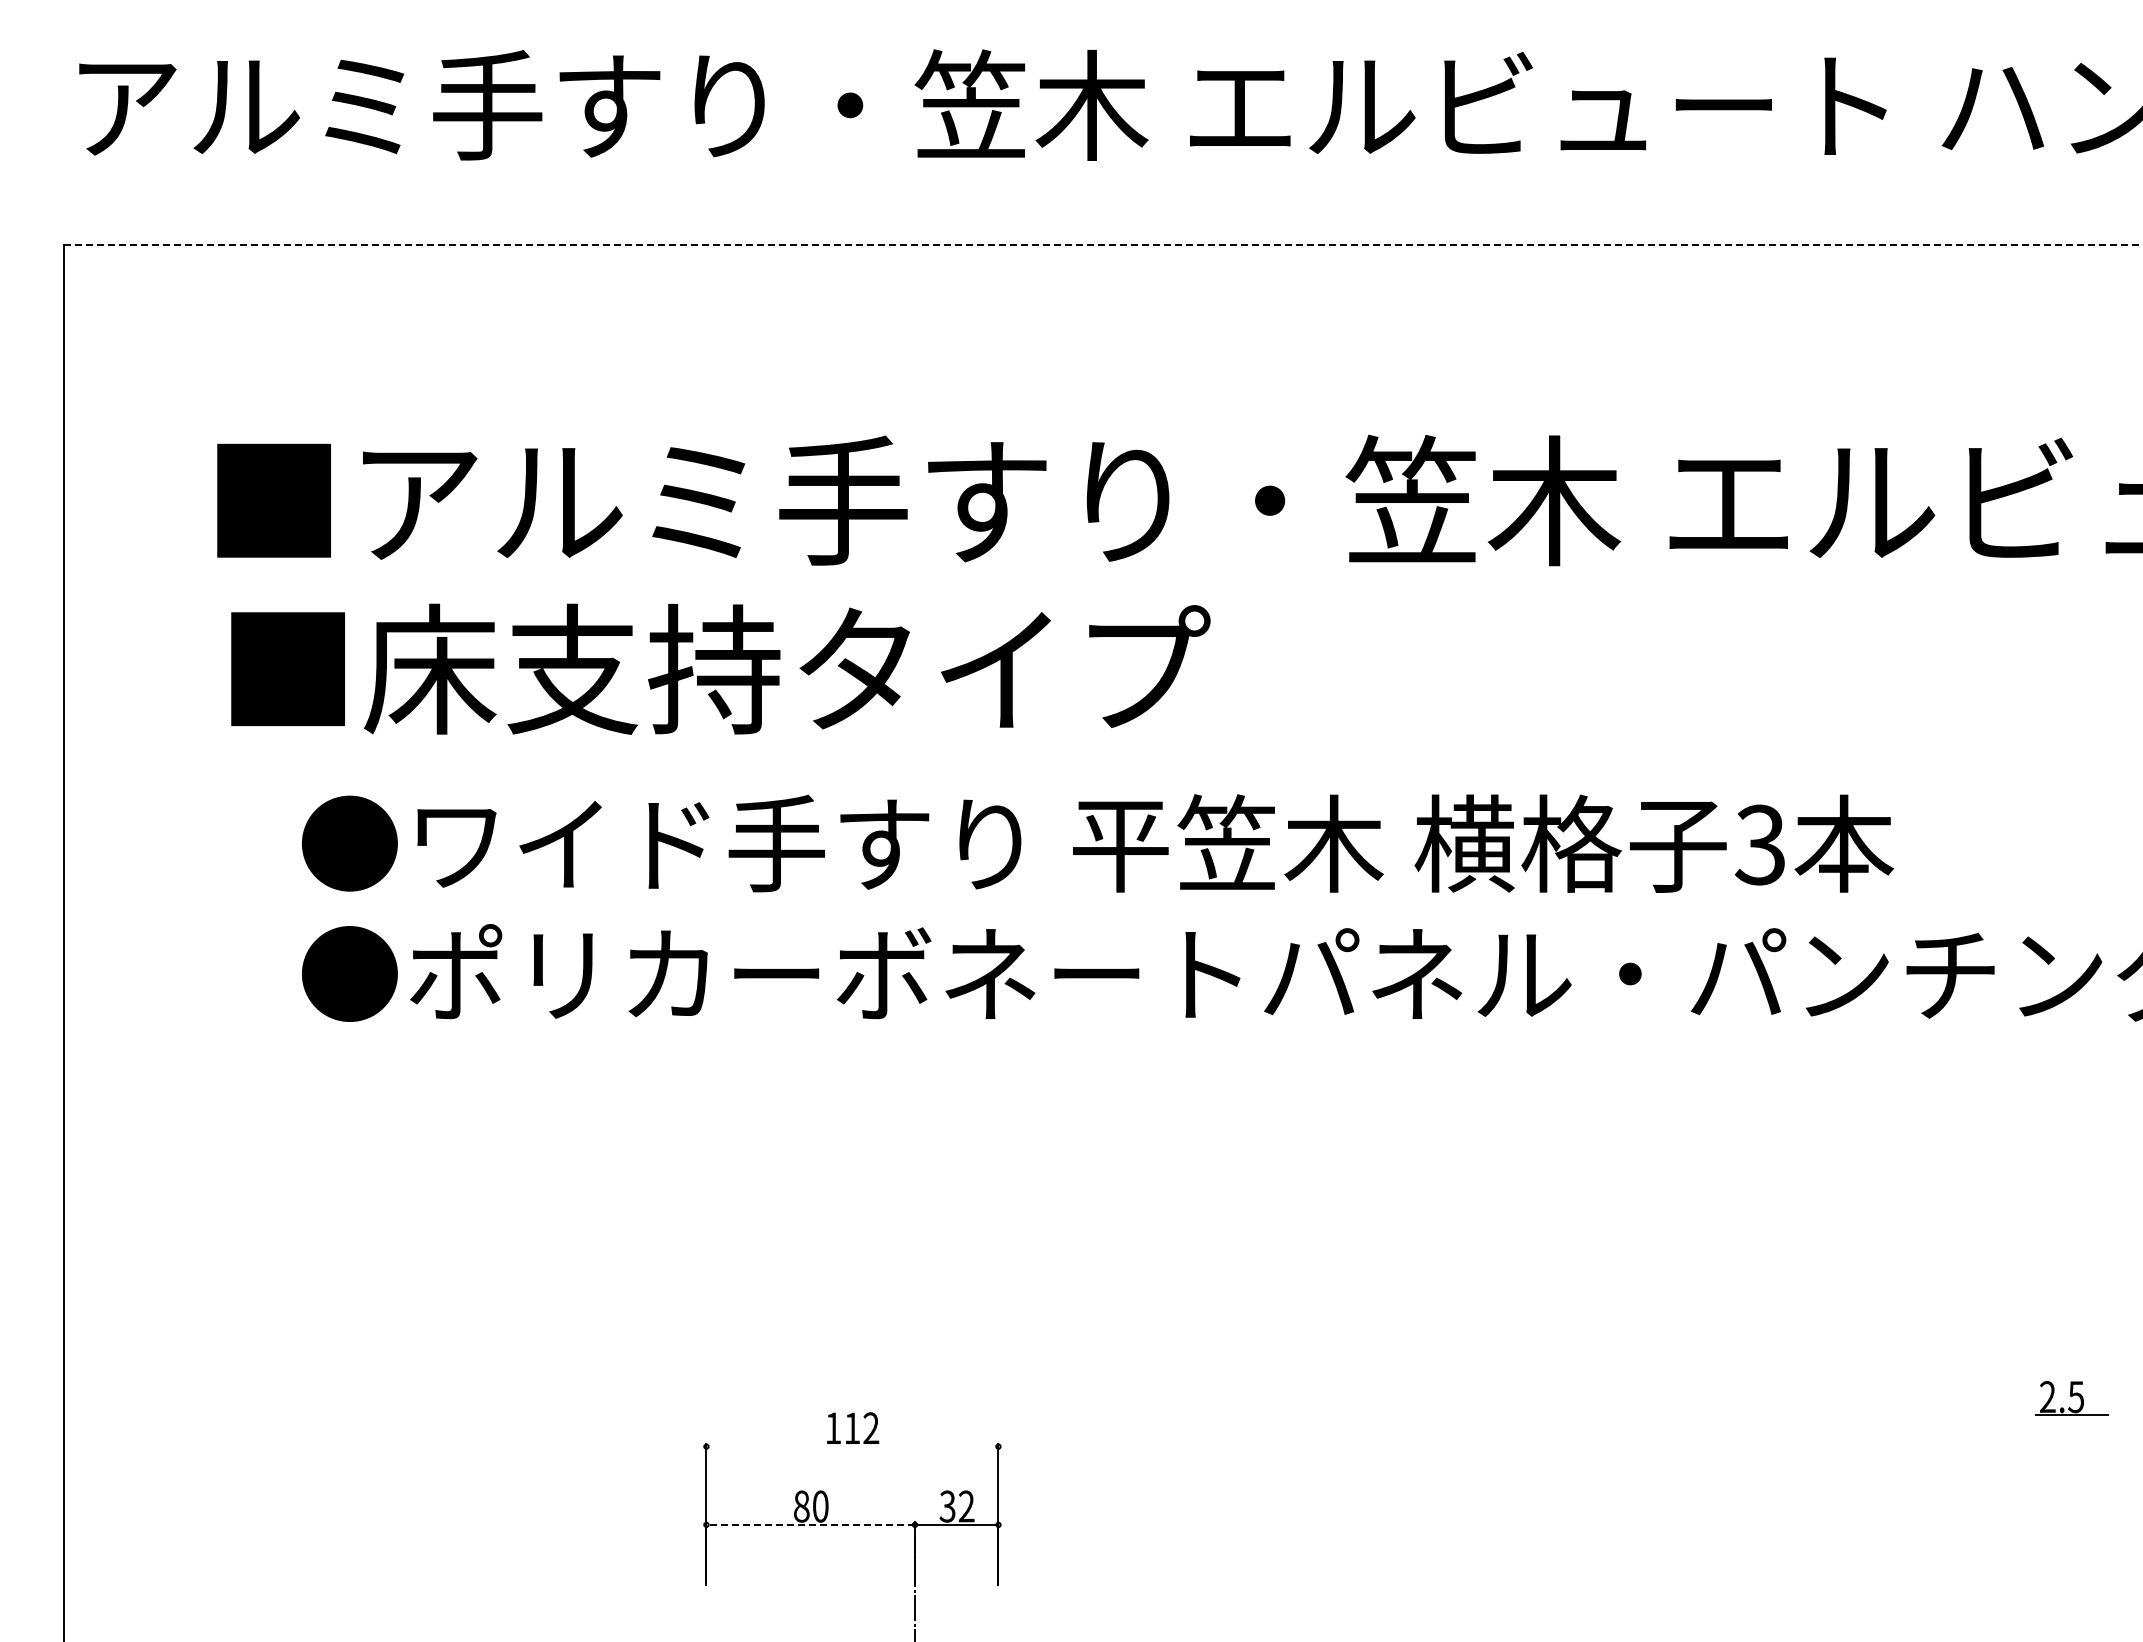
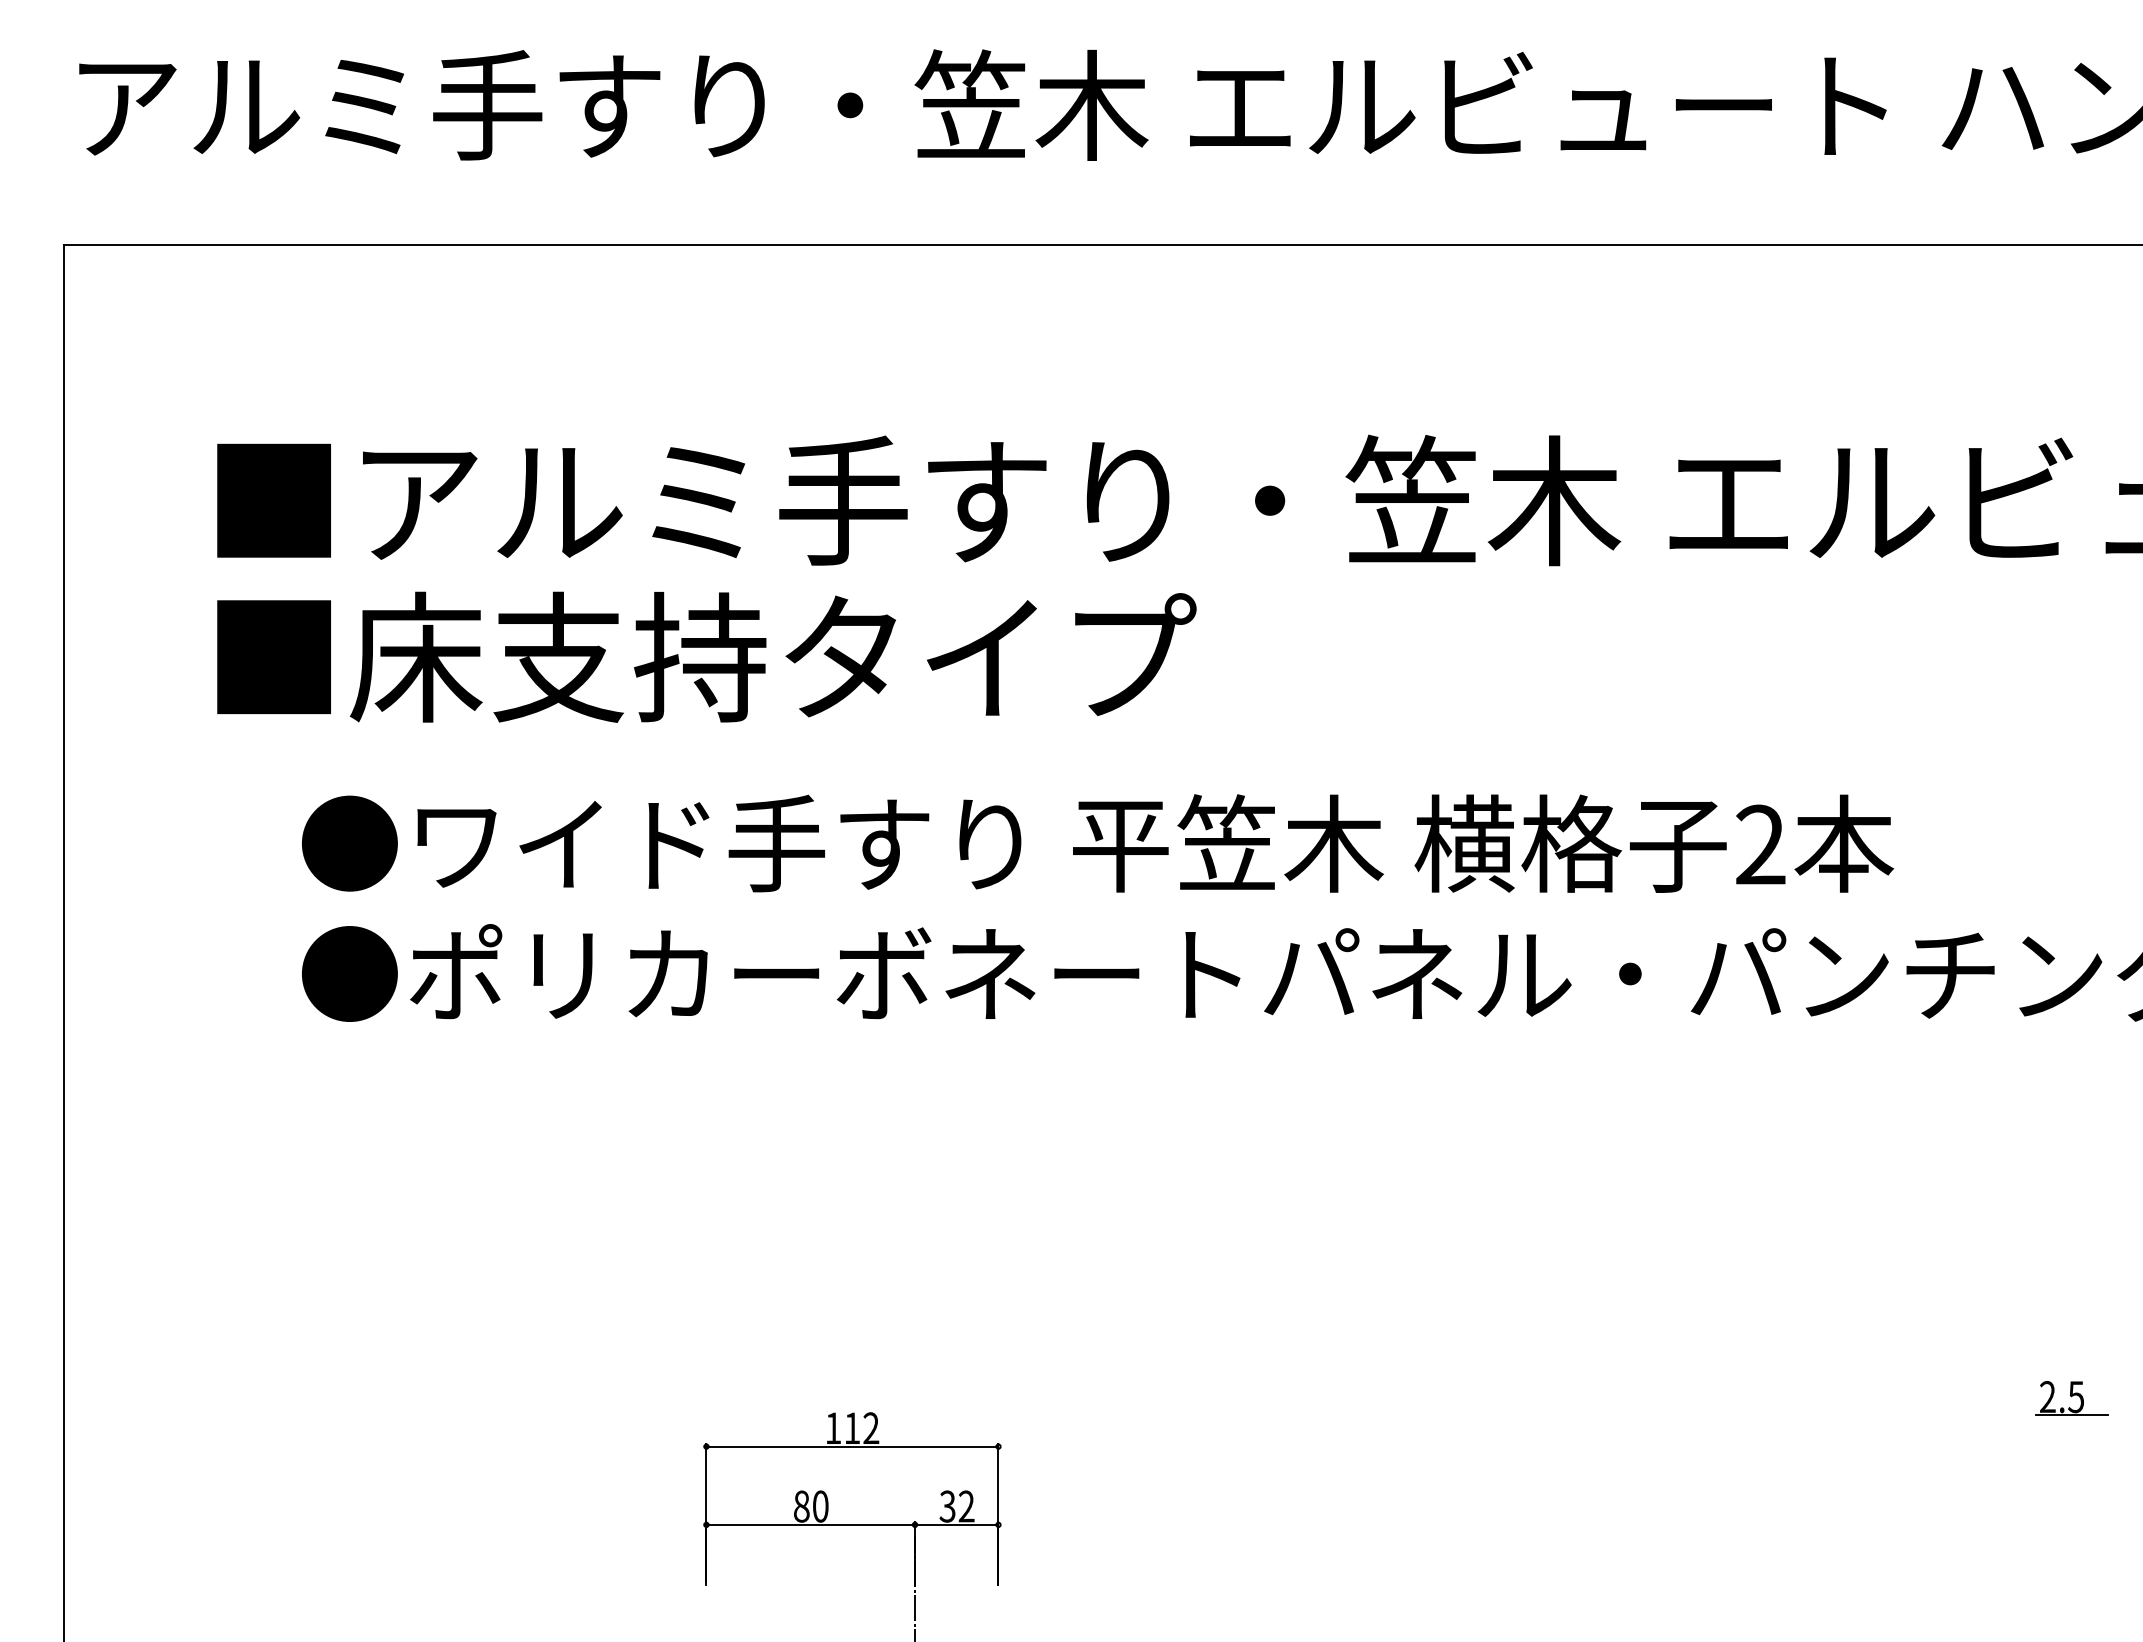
line at (1103, 245): dashed -> solid
text at (720, 668) position: (720, 668) -> (706, 656)
text at (1759, 845): 3 -> 2
line at (852, 1446): none -> present
line at (810, 1524): dashed -> solid
